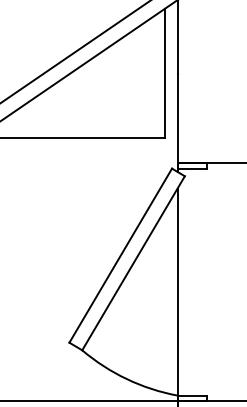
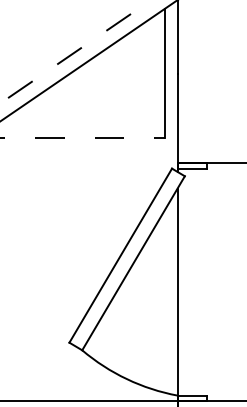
line at (75, 51): solid -> dashed
line at (83, 138): solid -> dashed
